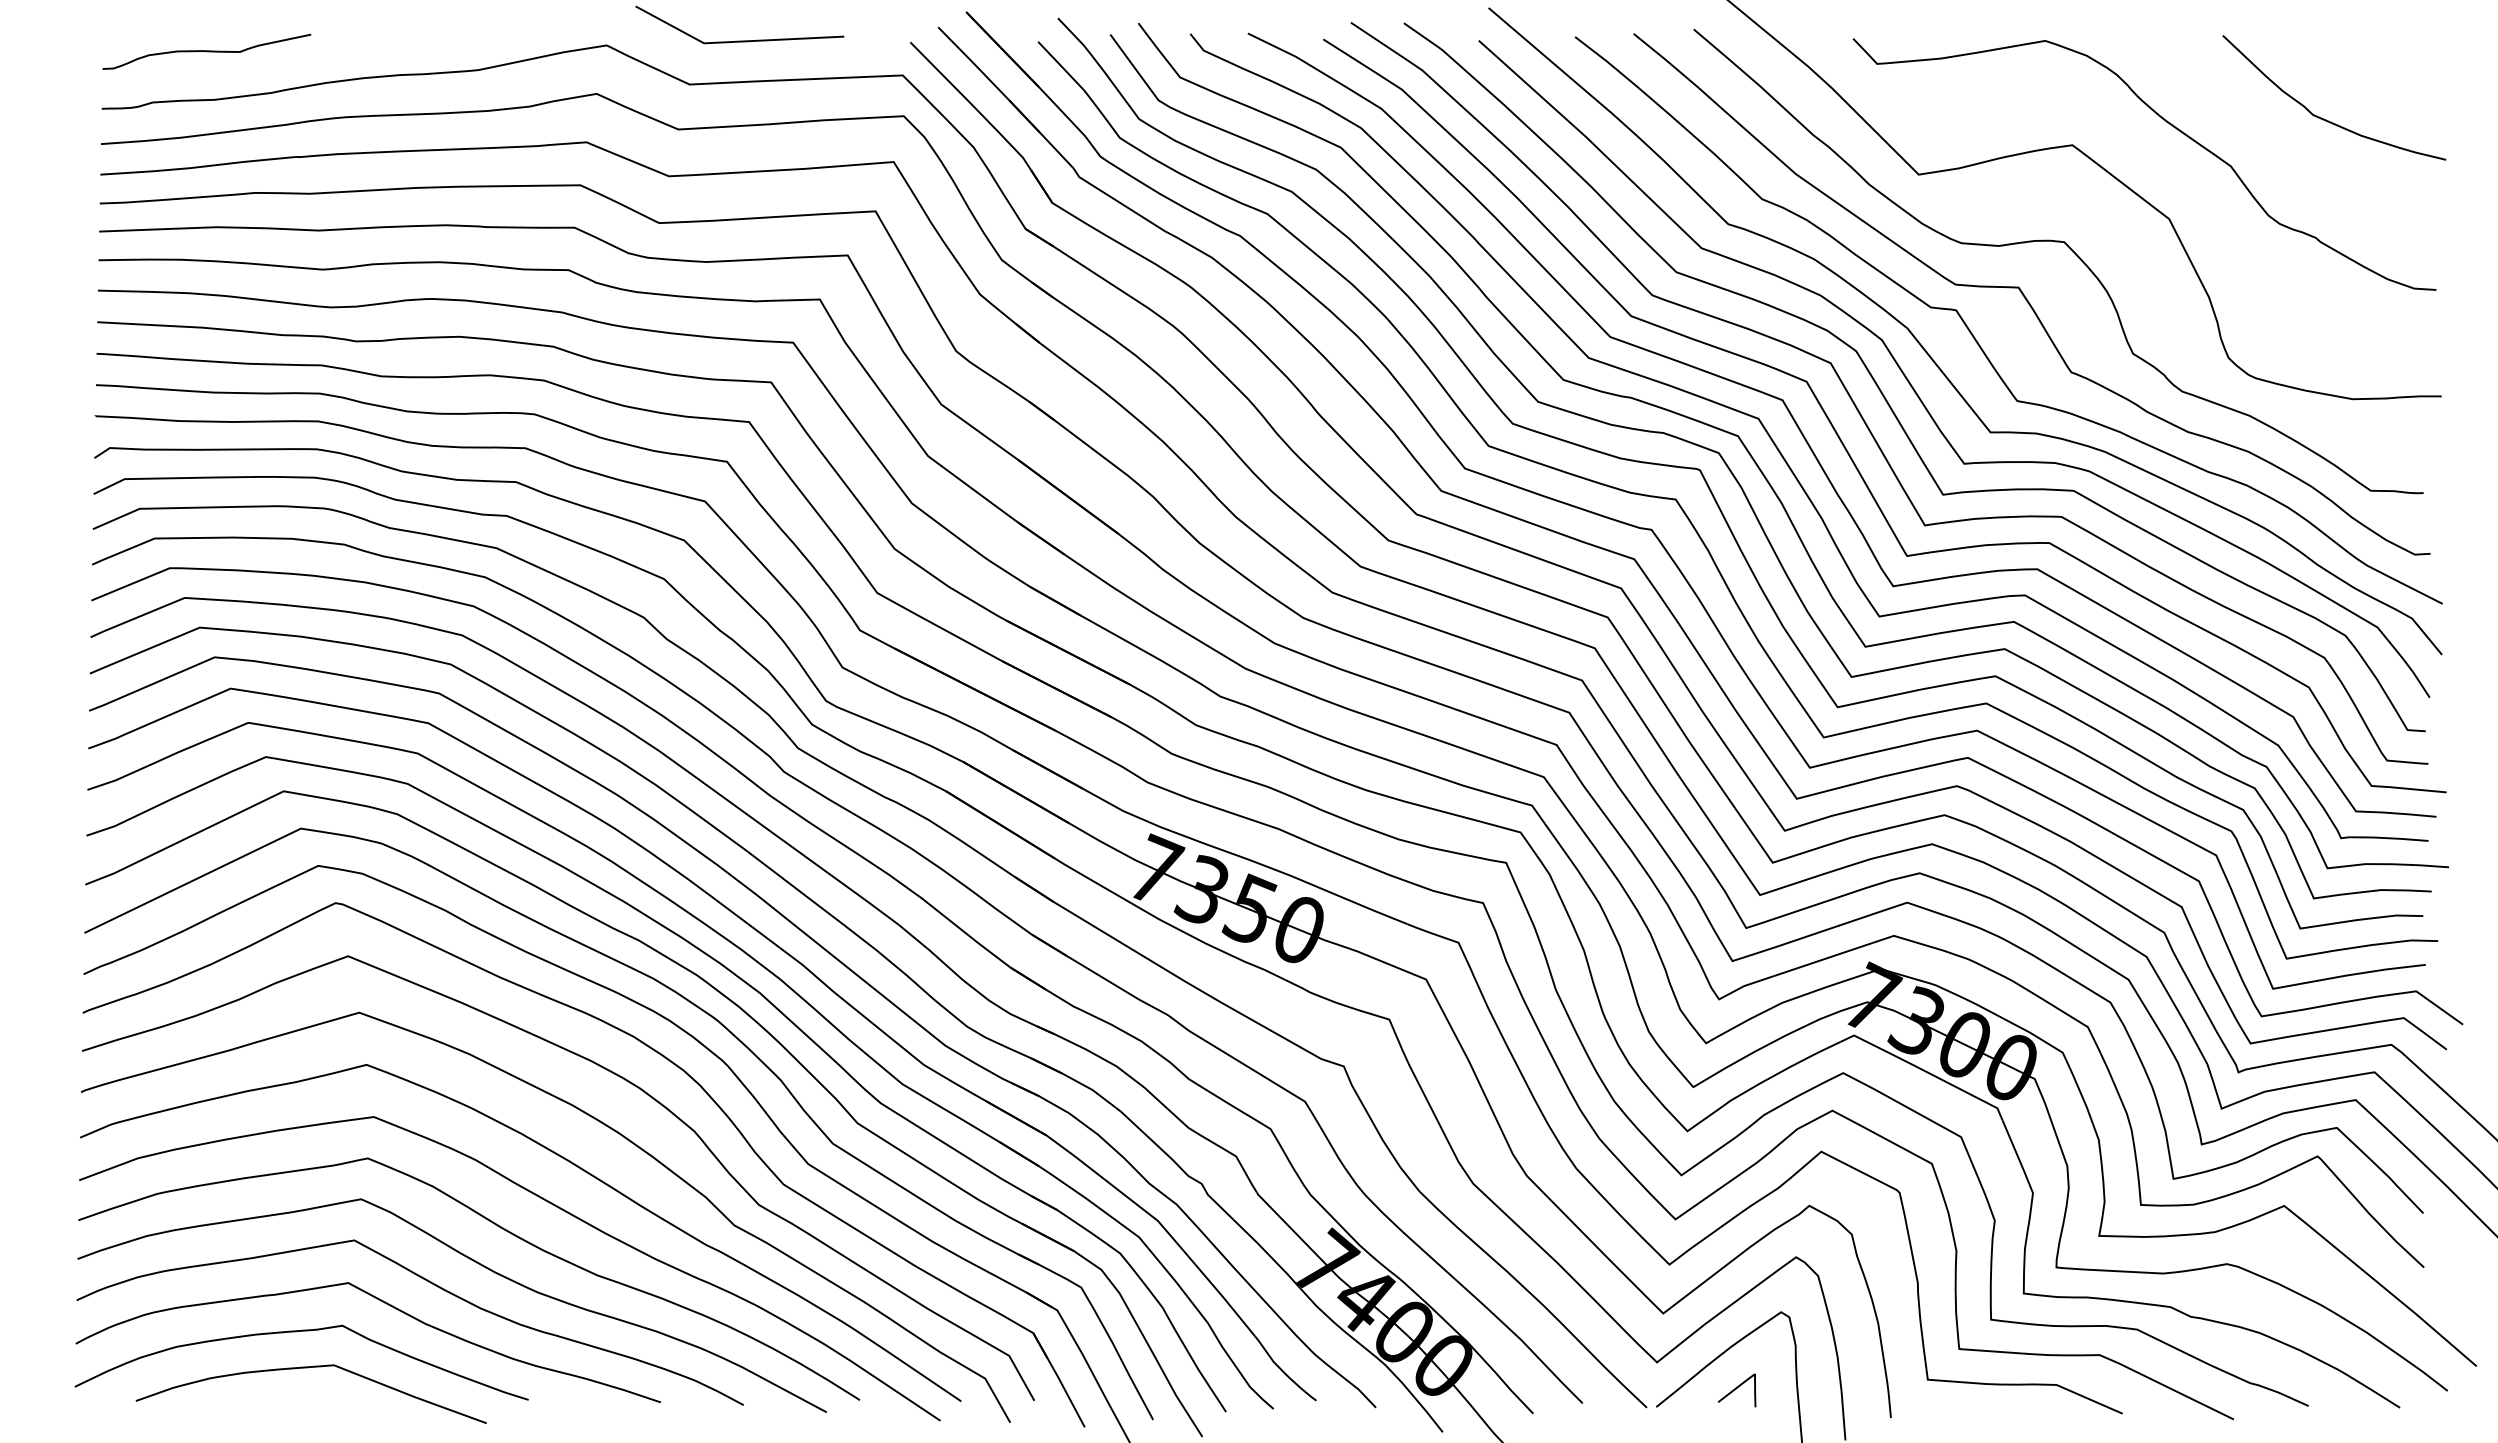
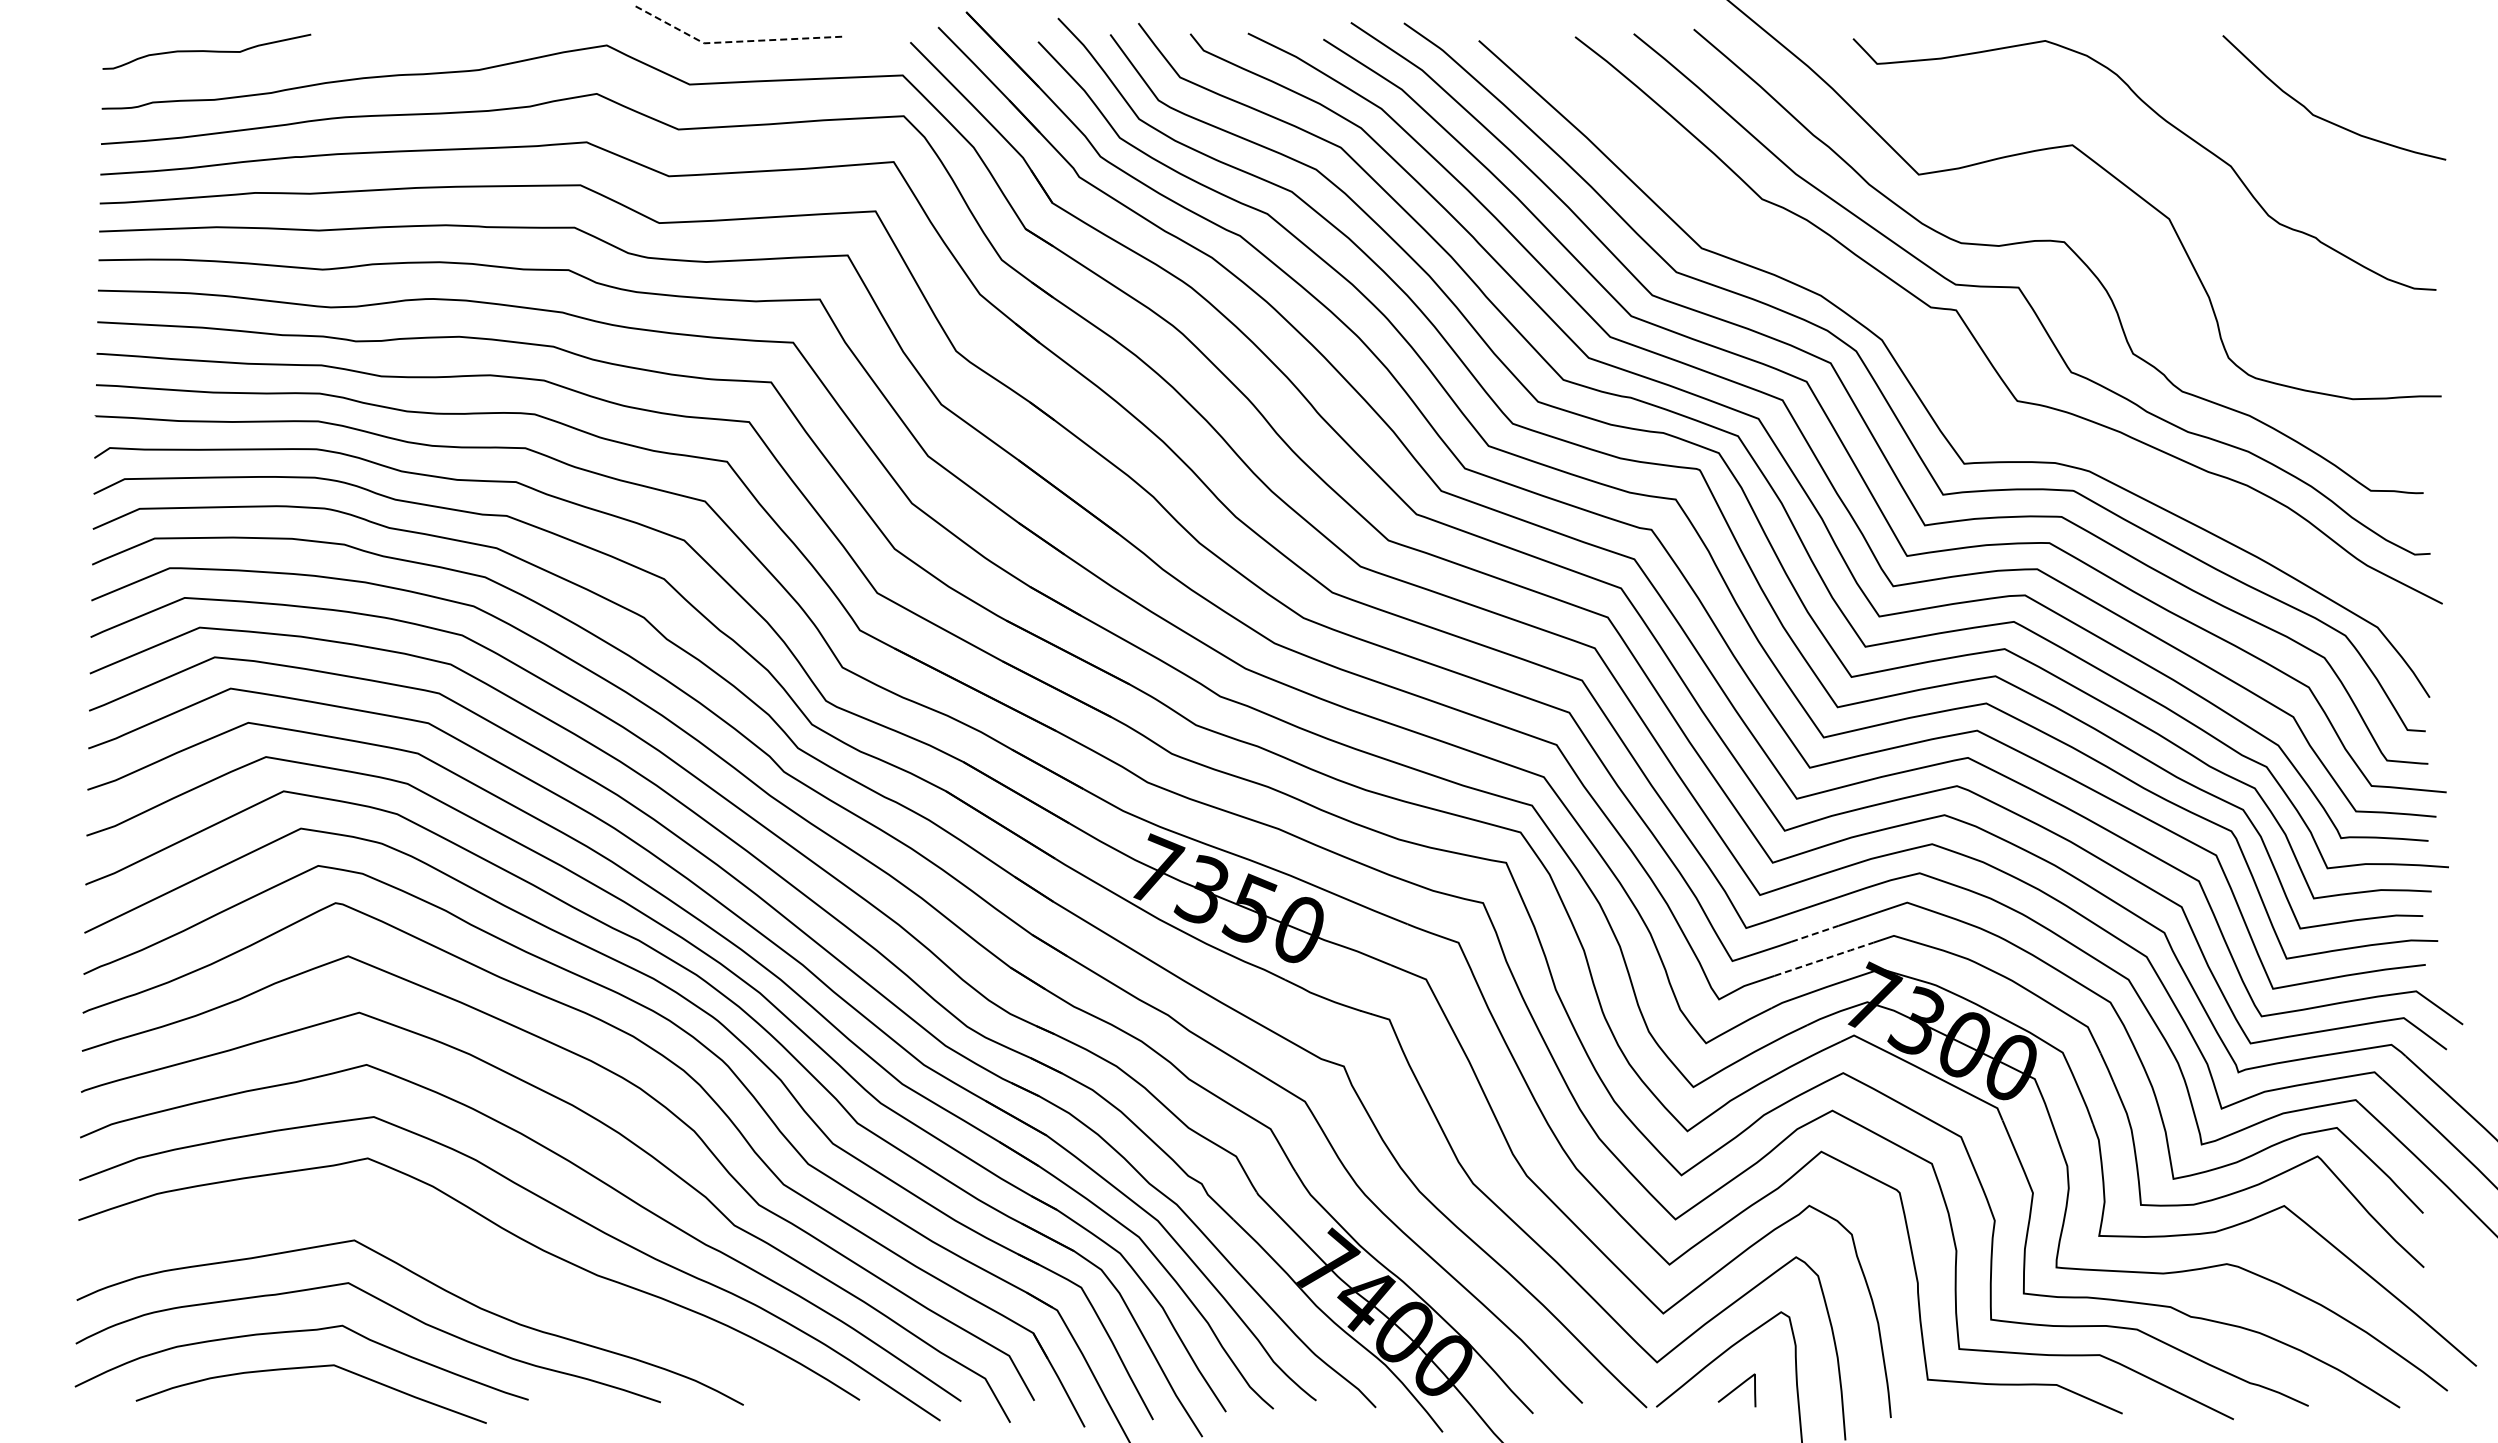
line at (734, 41): solid -> dashed
curve at (1931, 356): present -> none
line at (1815, 933): solid -> dashed
line at (1825, 958): solid -> dashed
curve at (474, 1262): present -> none
